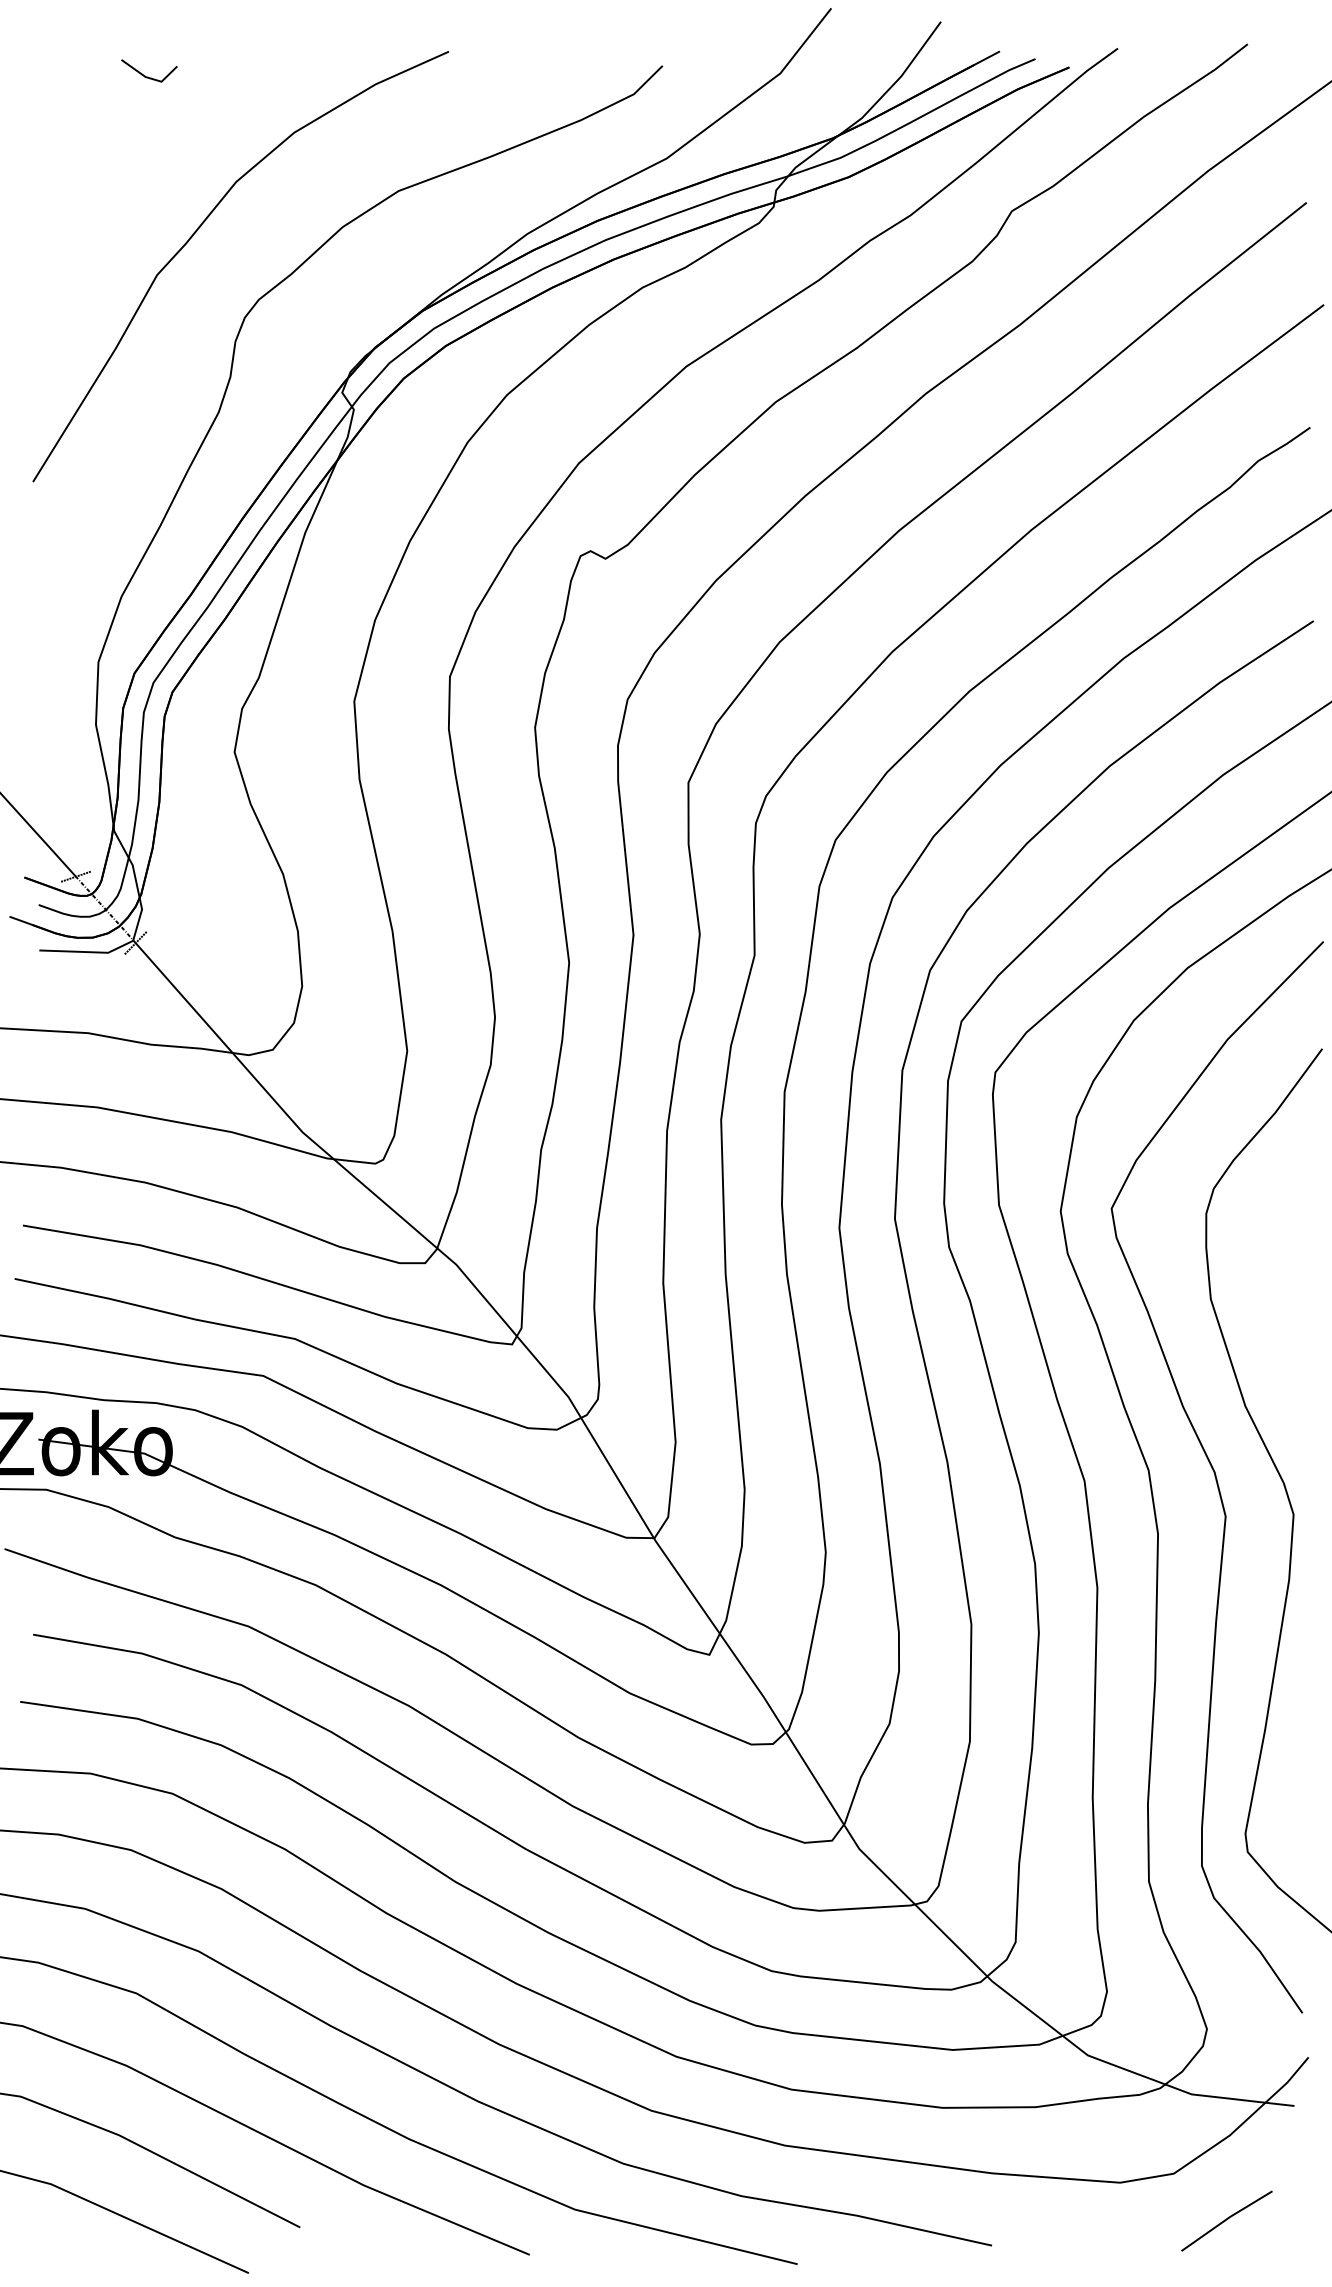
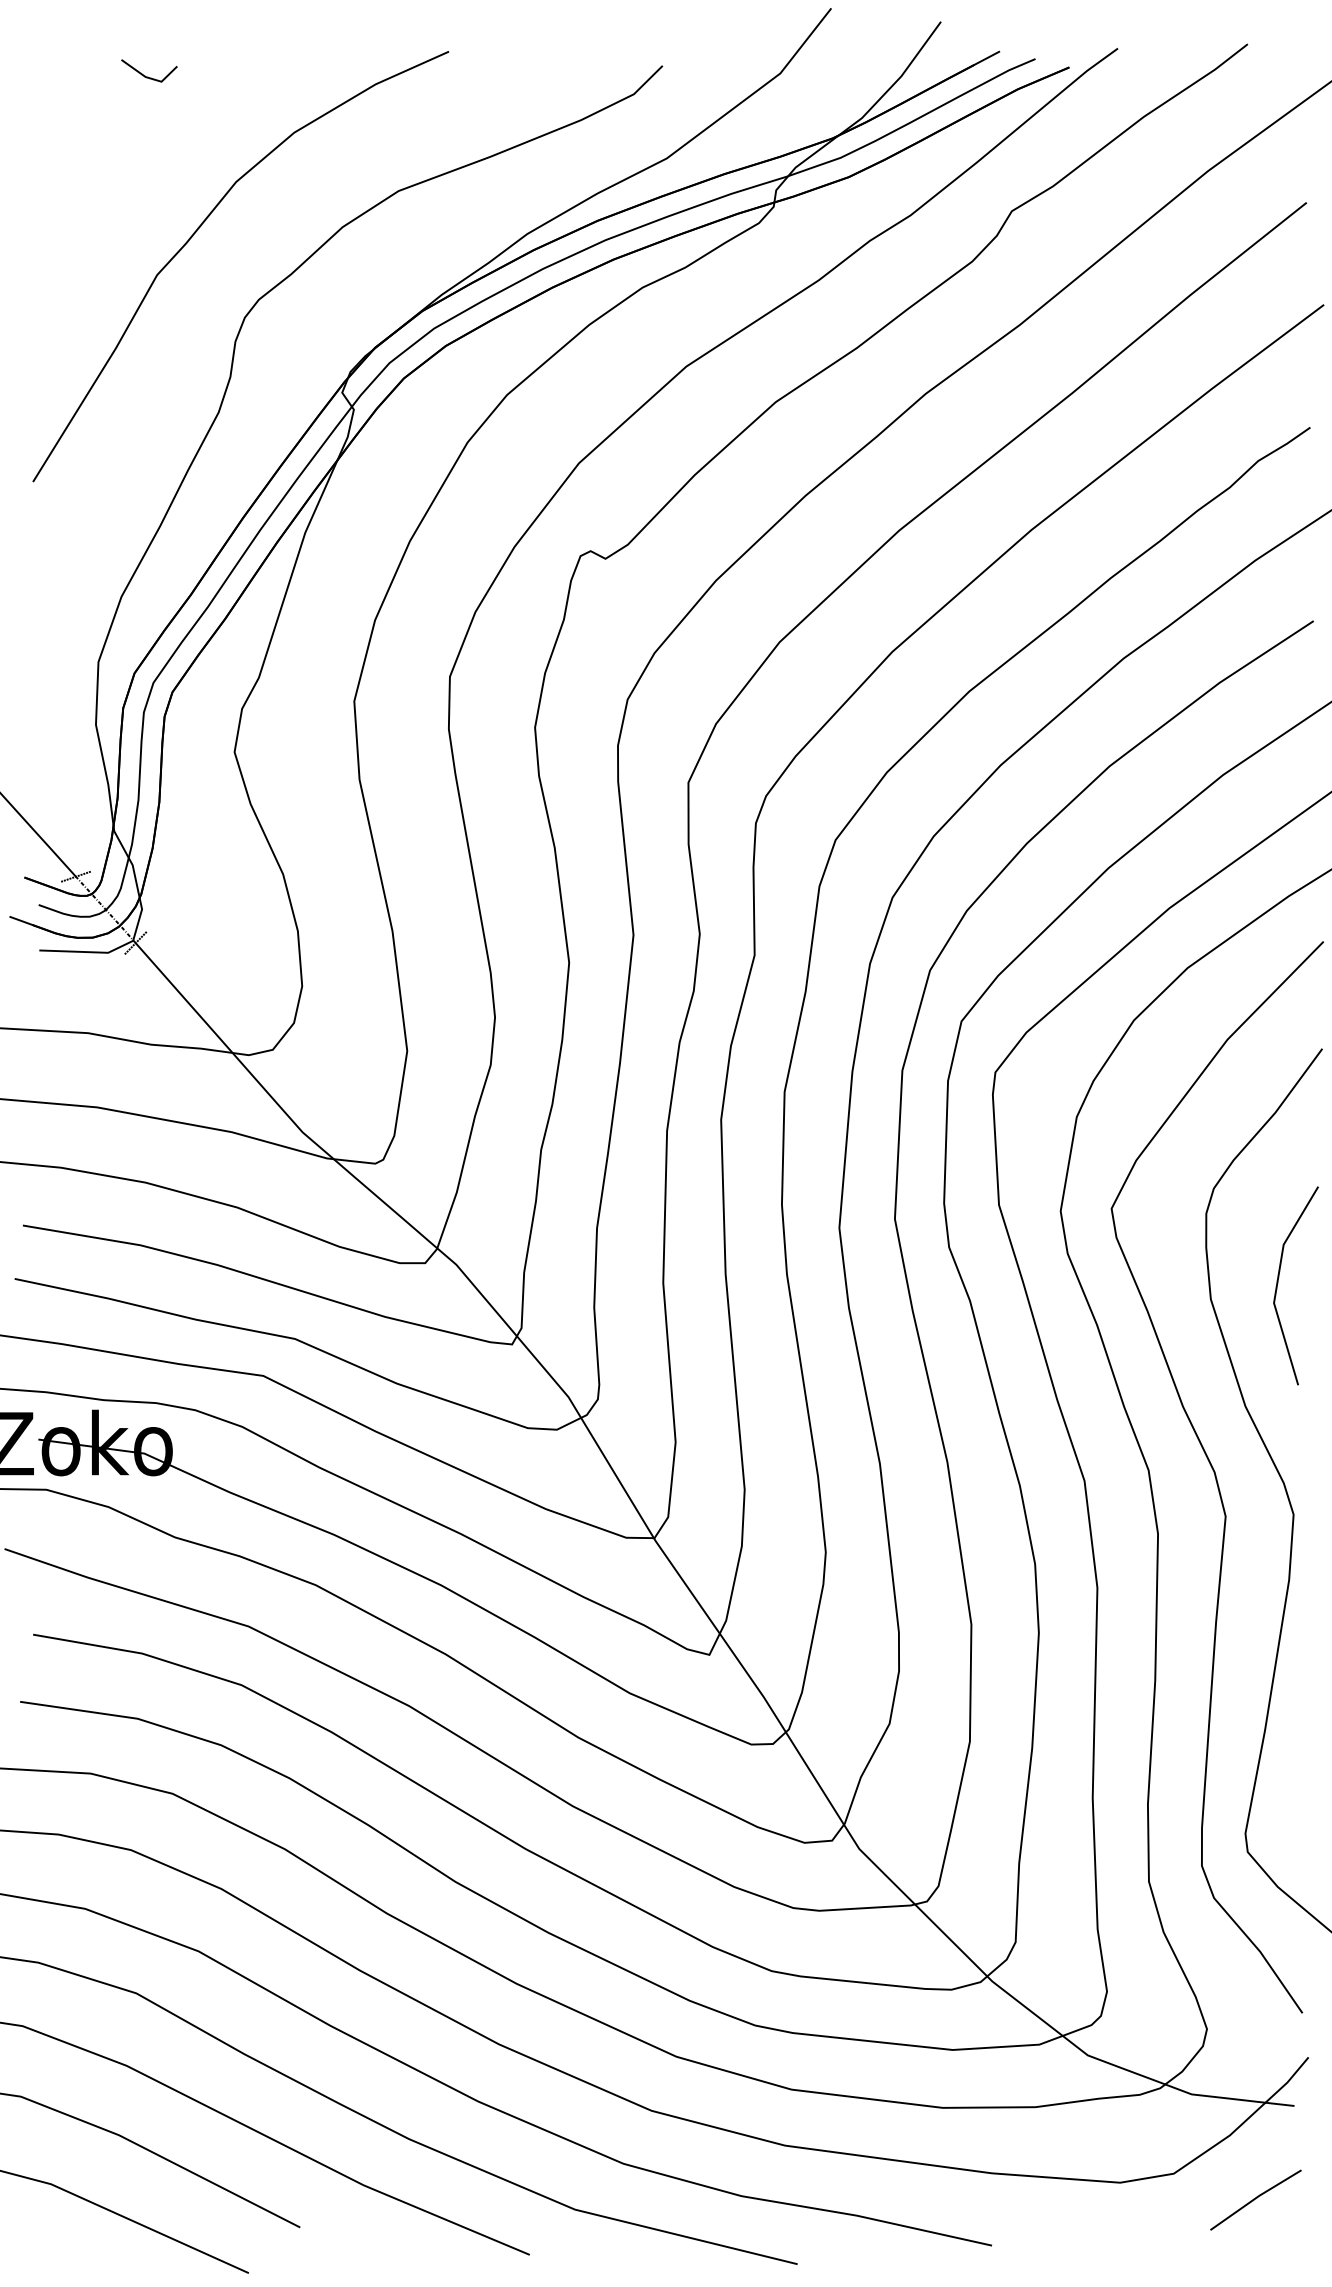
line at (1278, 1283): none -> present
line at (1226, 2220) position: (1226, 2220) -> (1255, 2199)
